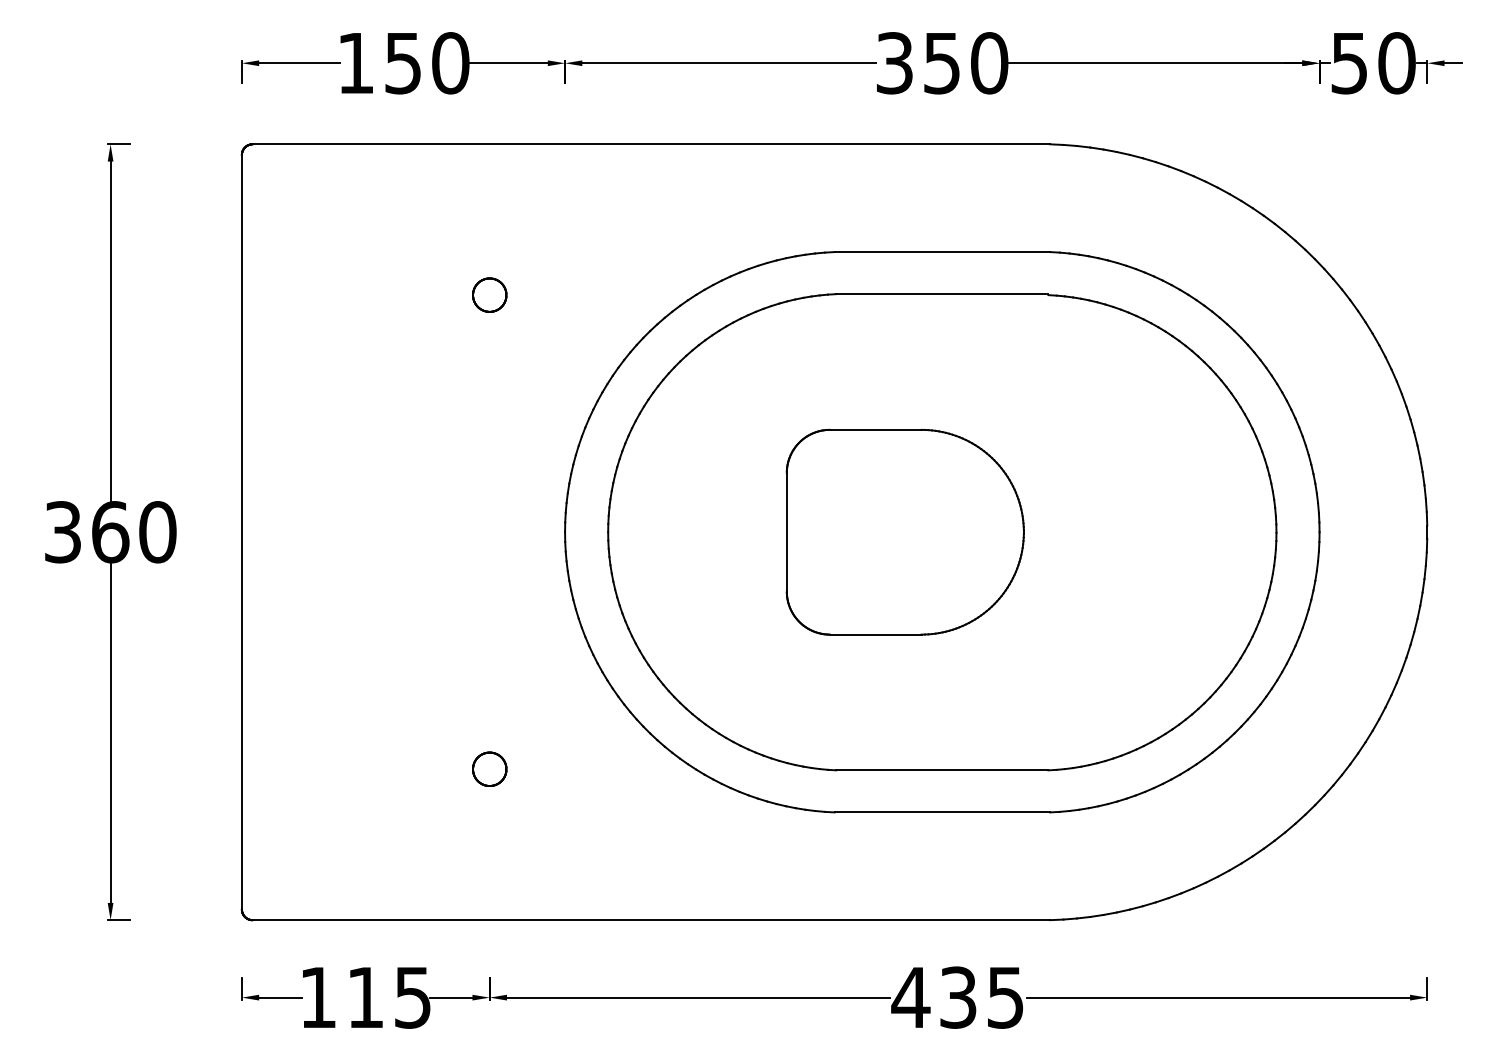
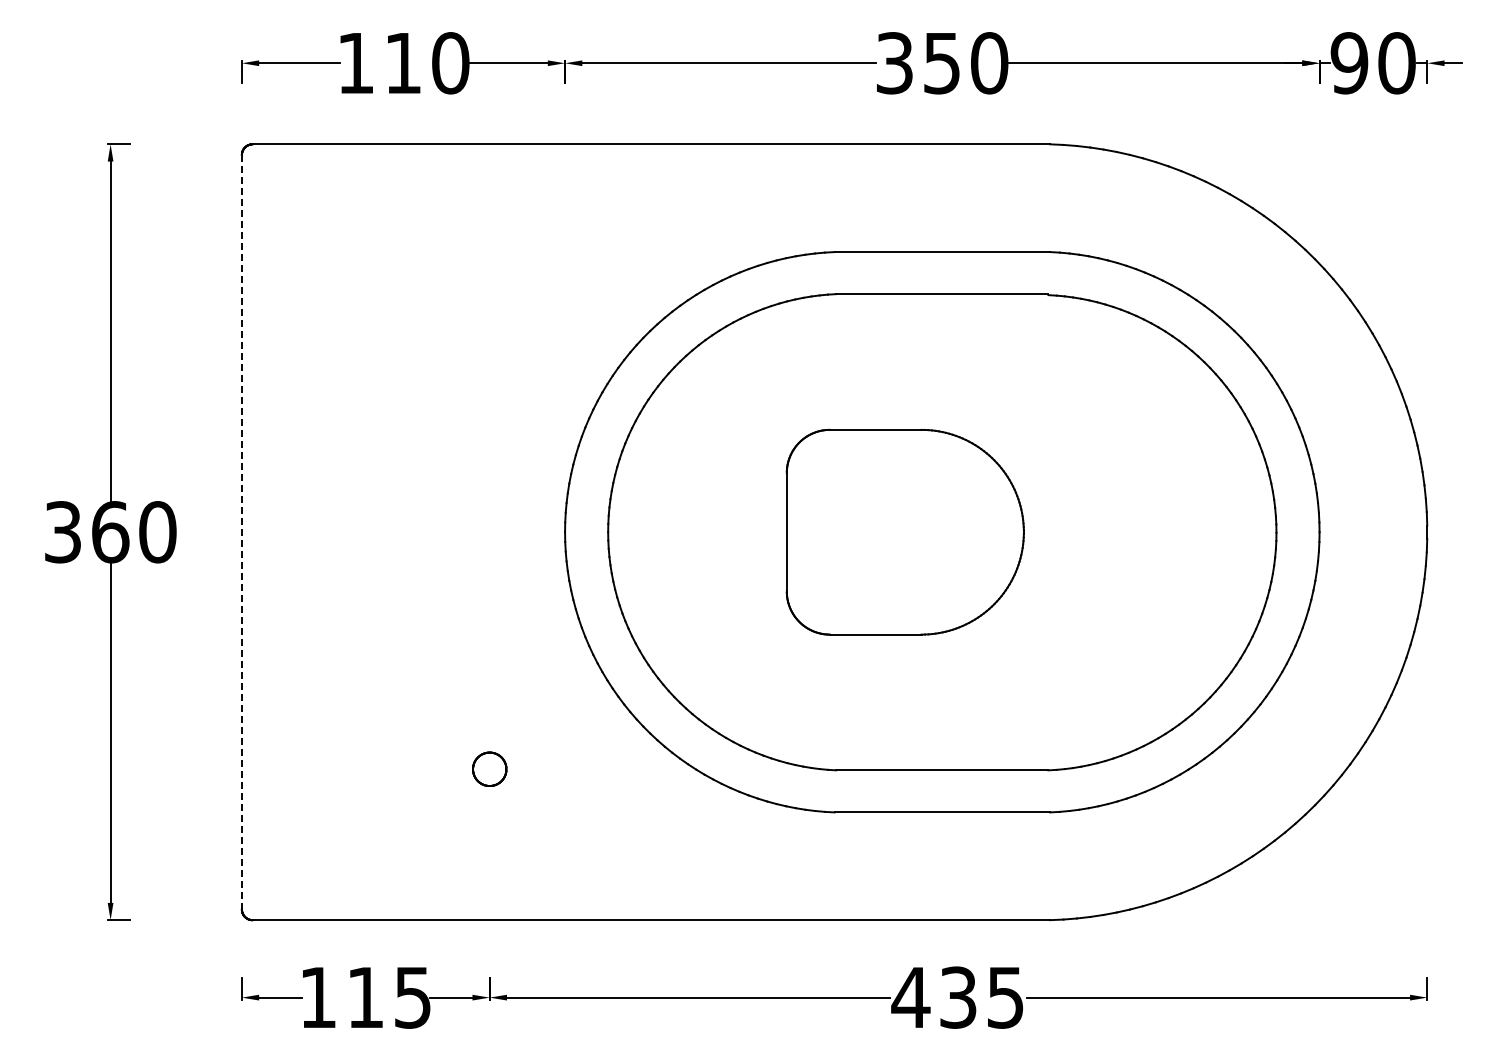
text at (402, 63): 150 -> 110
text at (1349, 63): 50 -> 90
part at (489, 294): present -> none
line at (241, 532): solid -> dashed
